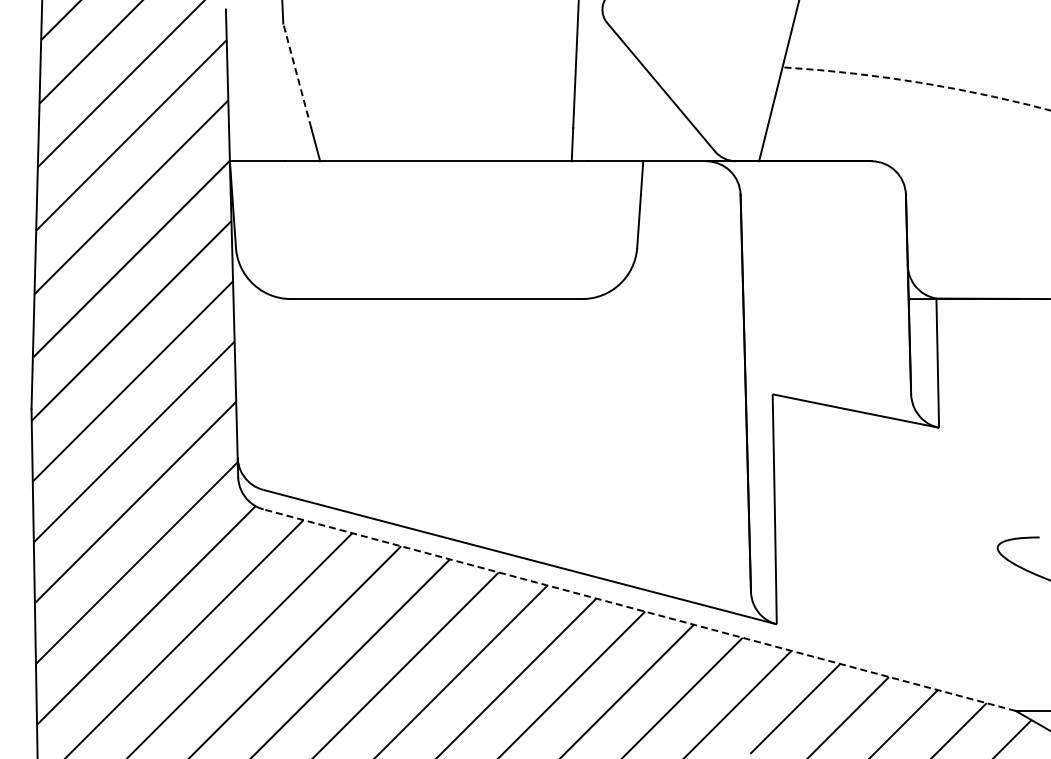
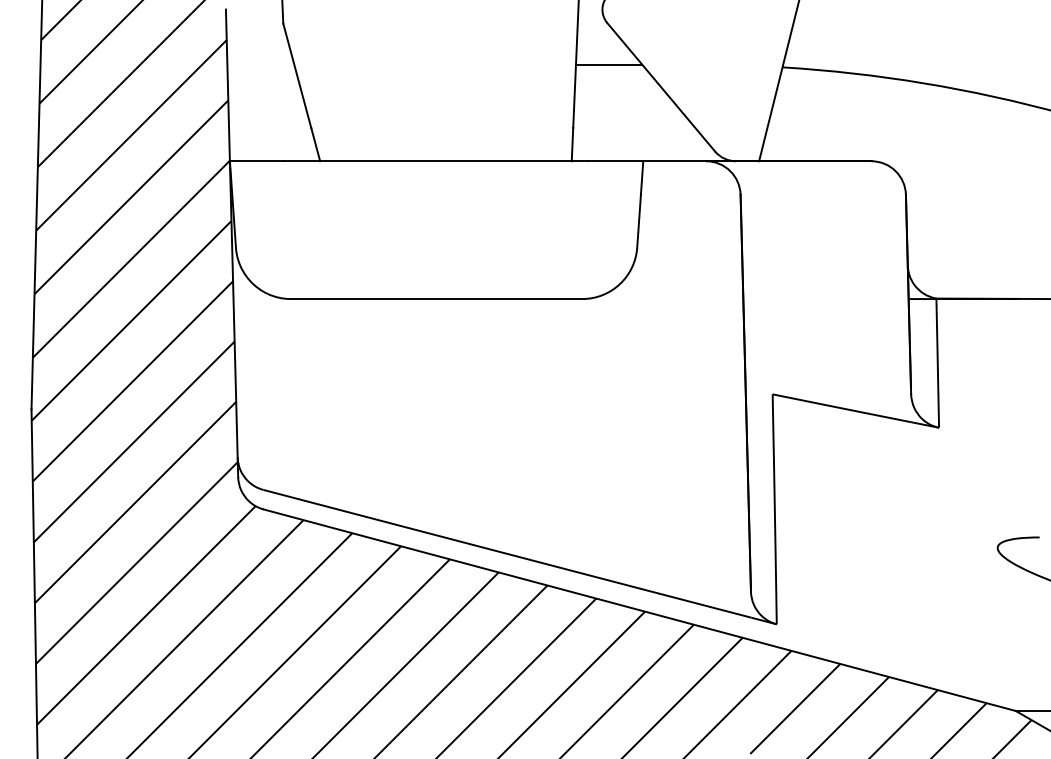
line at (608, 64): none -> present
line at (297, 75): dashed -> solid
arc at (918, 82): dashed -> solid
line at (639, 610): dashed -> solid
